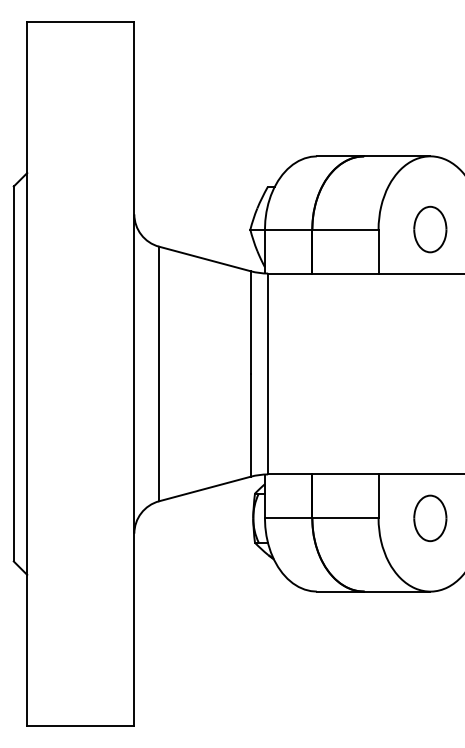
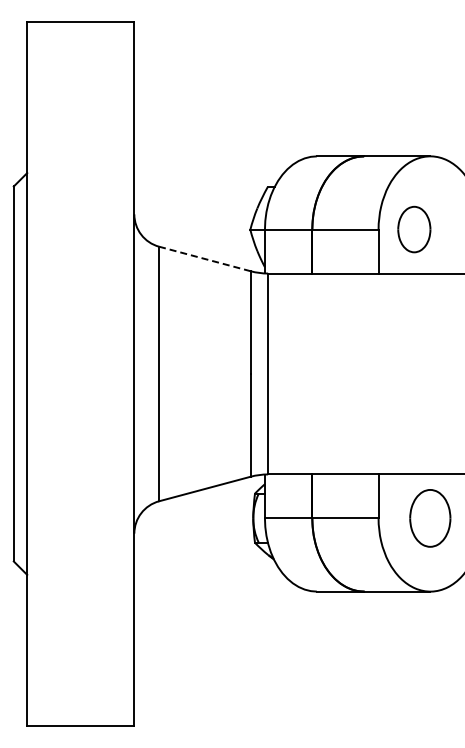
part at (430, 229) position: (430, 229) -> (414, 229)
line at (204, 258): solid -> dashed
part at (430, 518) size: 35x49 px -> 43x59 px
